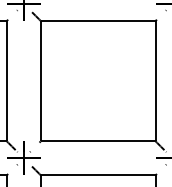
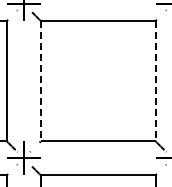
line at (40, 81): solid -> dashed
line at (155, 81): solid -> dashed
